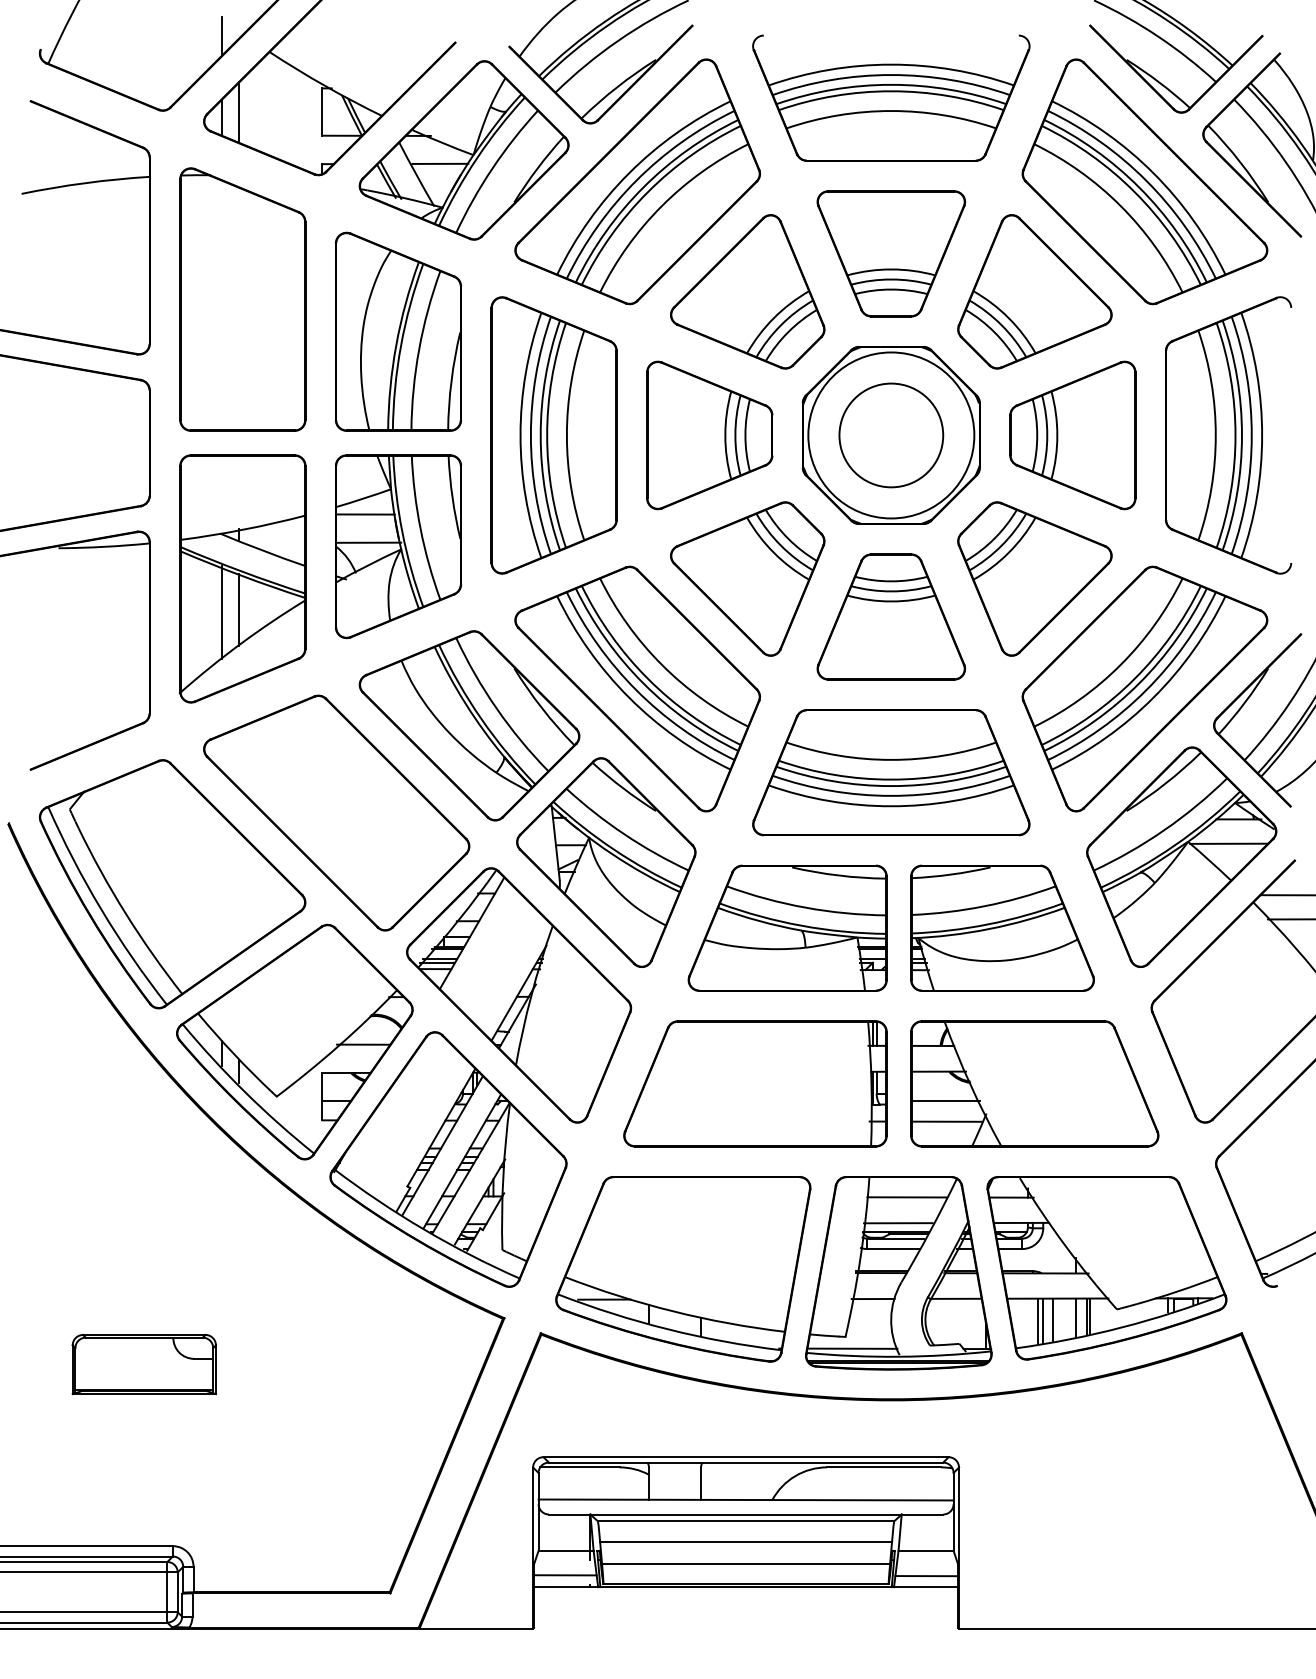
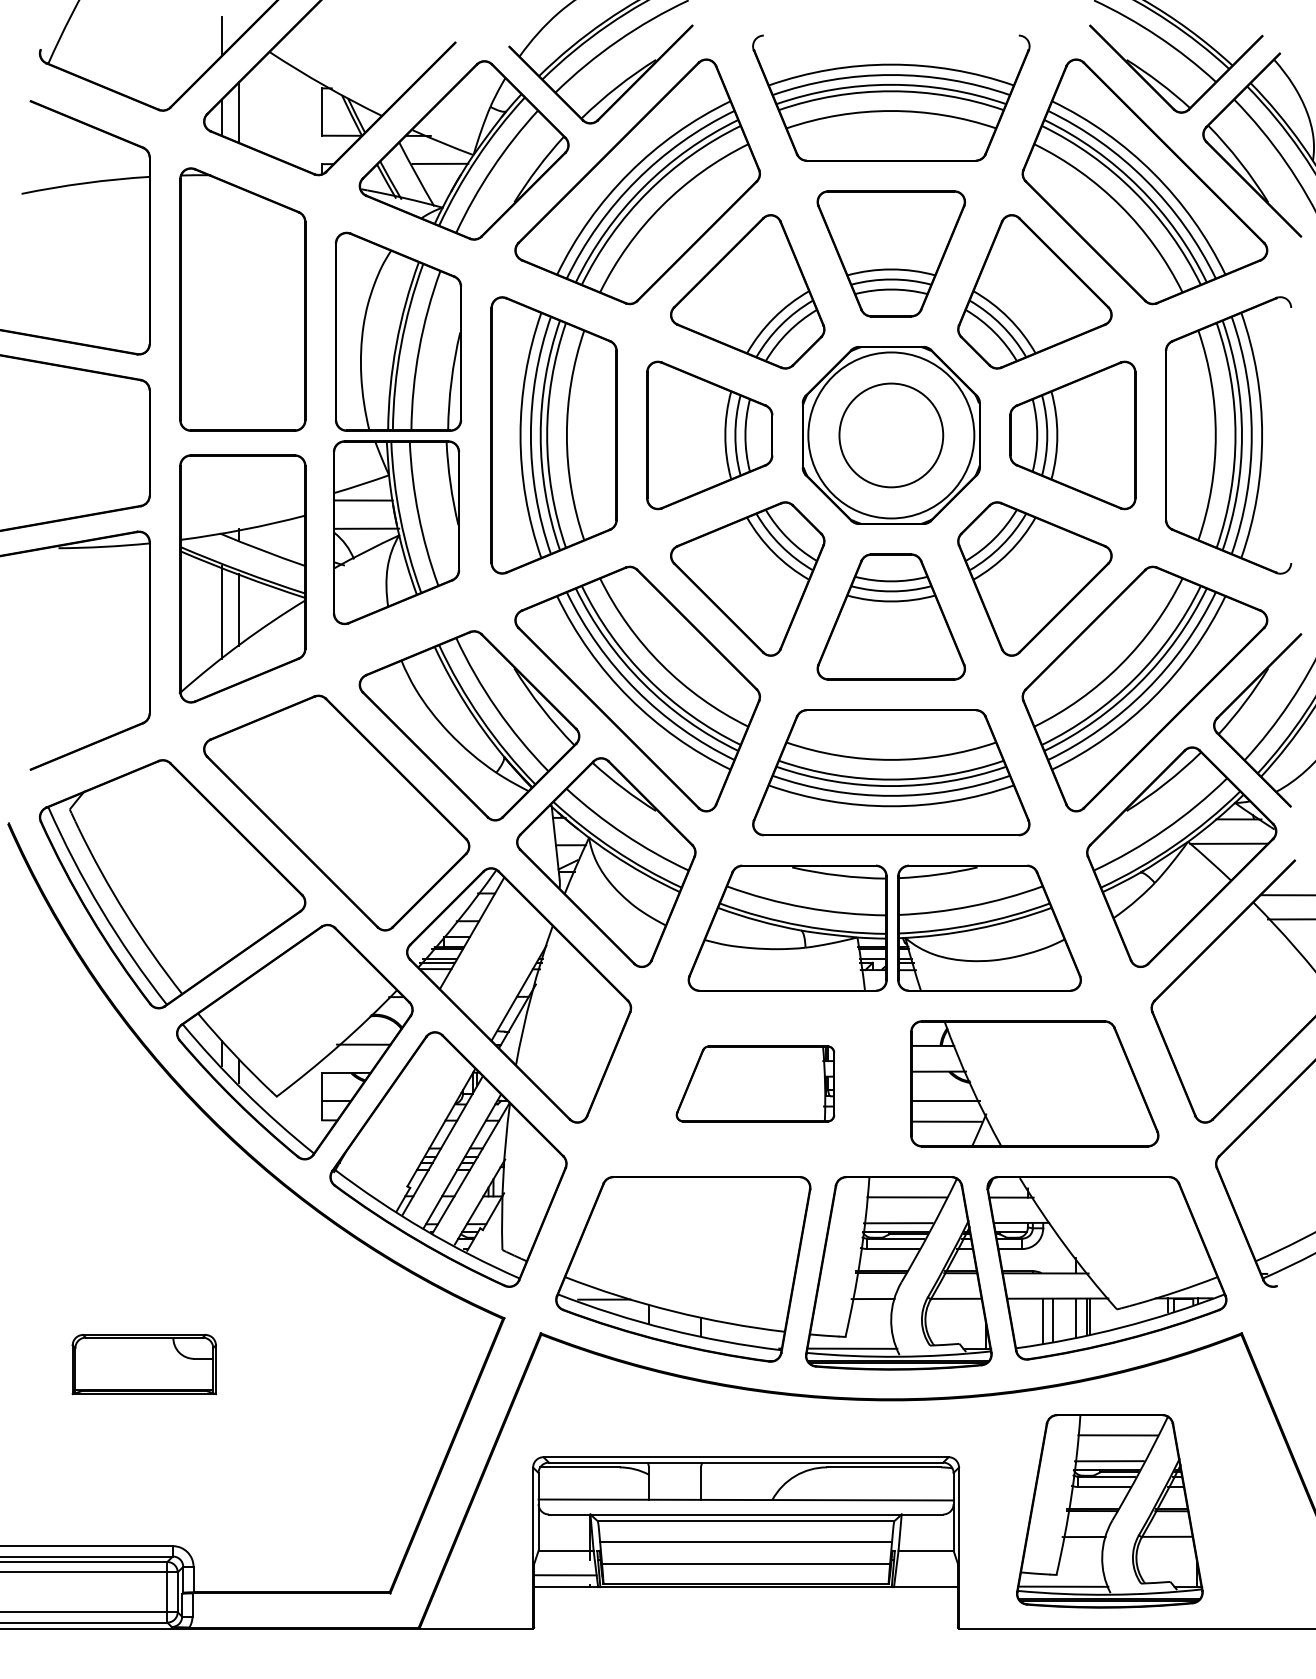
part at (398, 546) position: (398, 546) -> (396, 532)
part at (1002, 927) position: (1002, 927) -> (989, 927)
part at (755, 1083) size: 265x128 px -> 161x78 px
line at (1037, 1320): present -> none
part at (1109, 1511): none -> present
line at (926, 1576): present -> none
